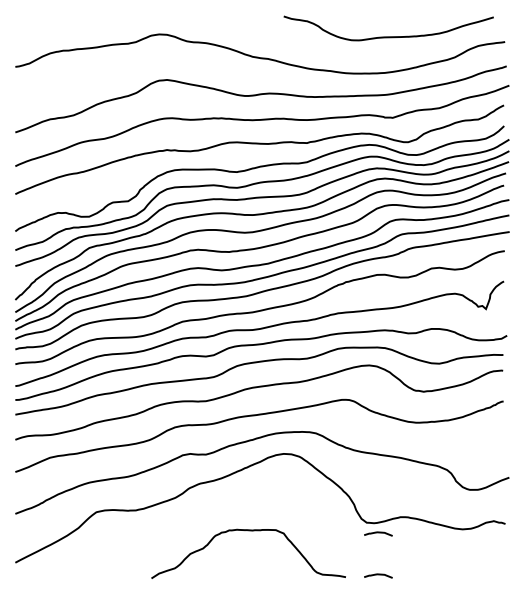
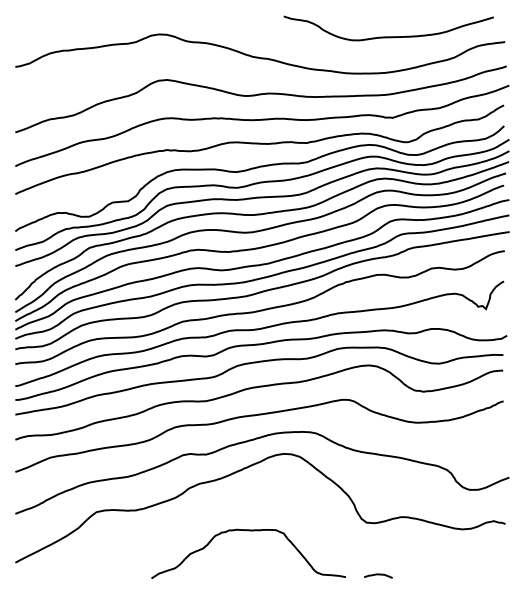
curve at (378, 533): present -> none
